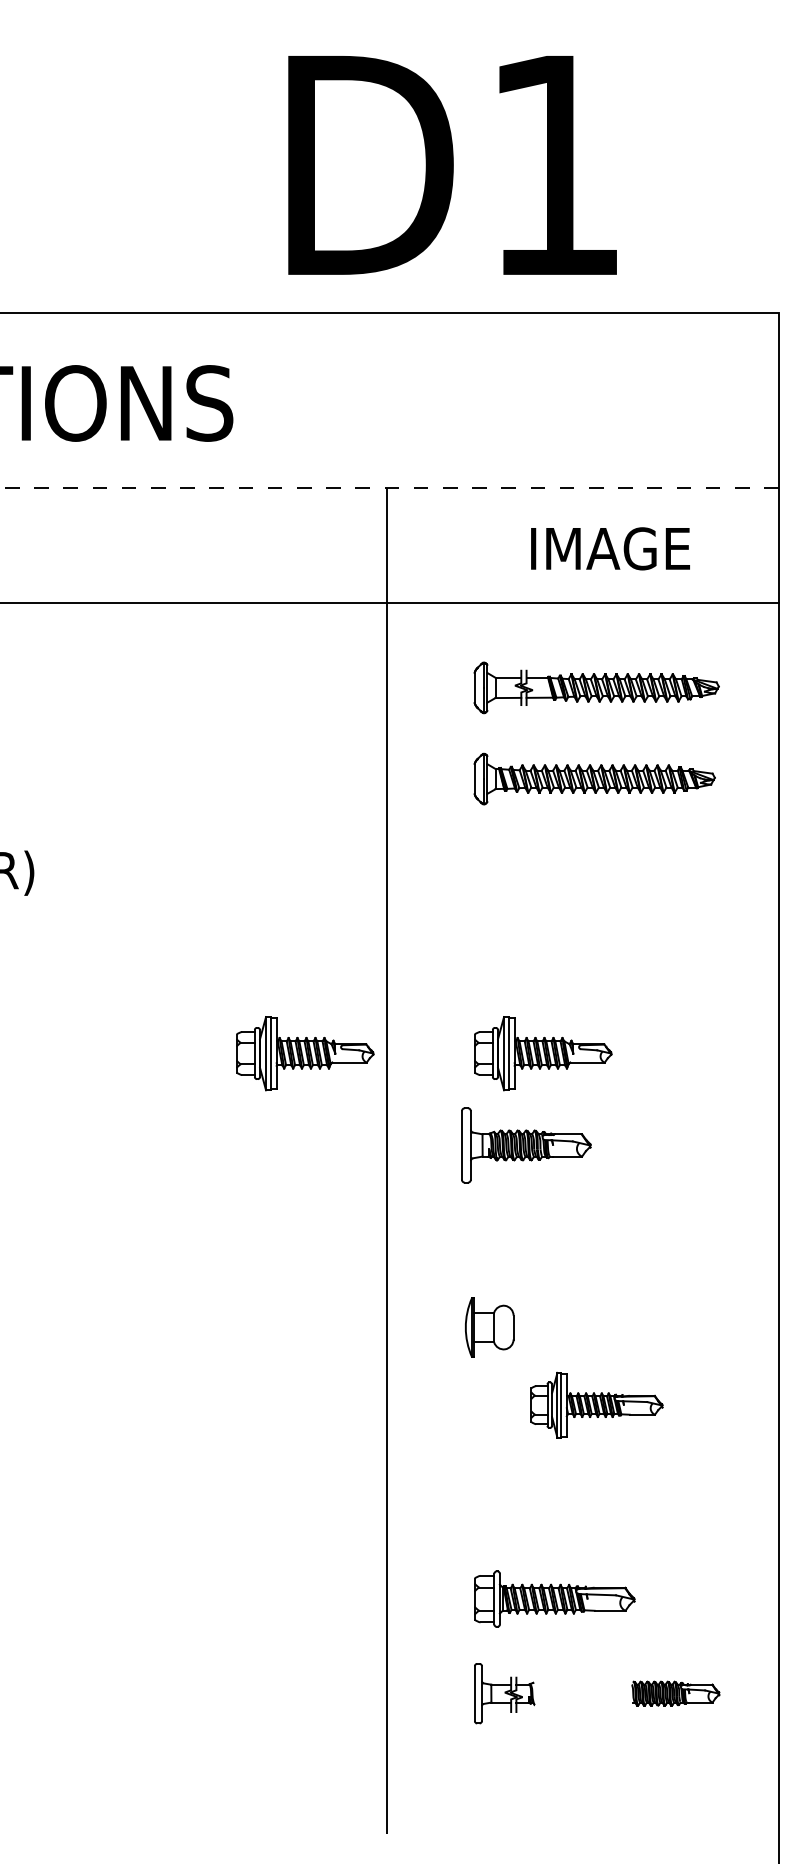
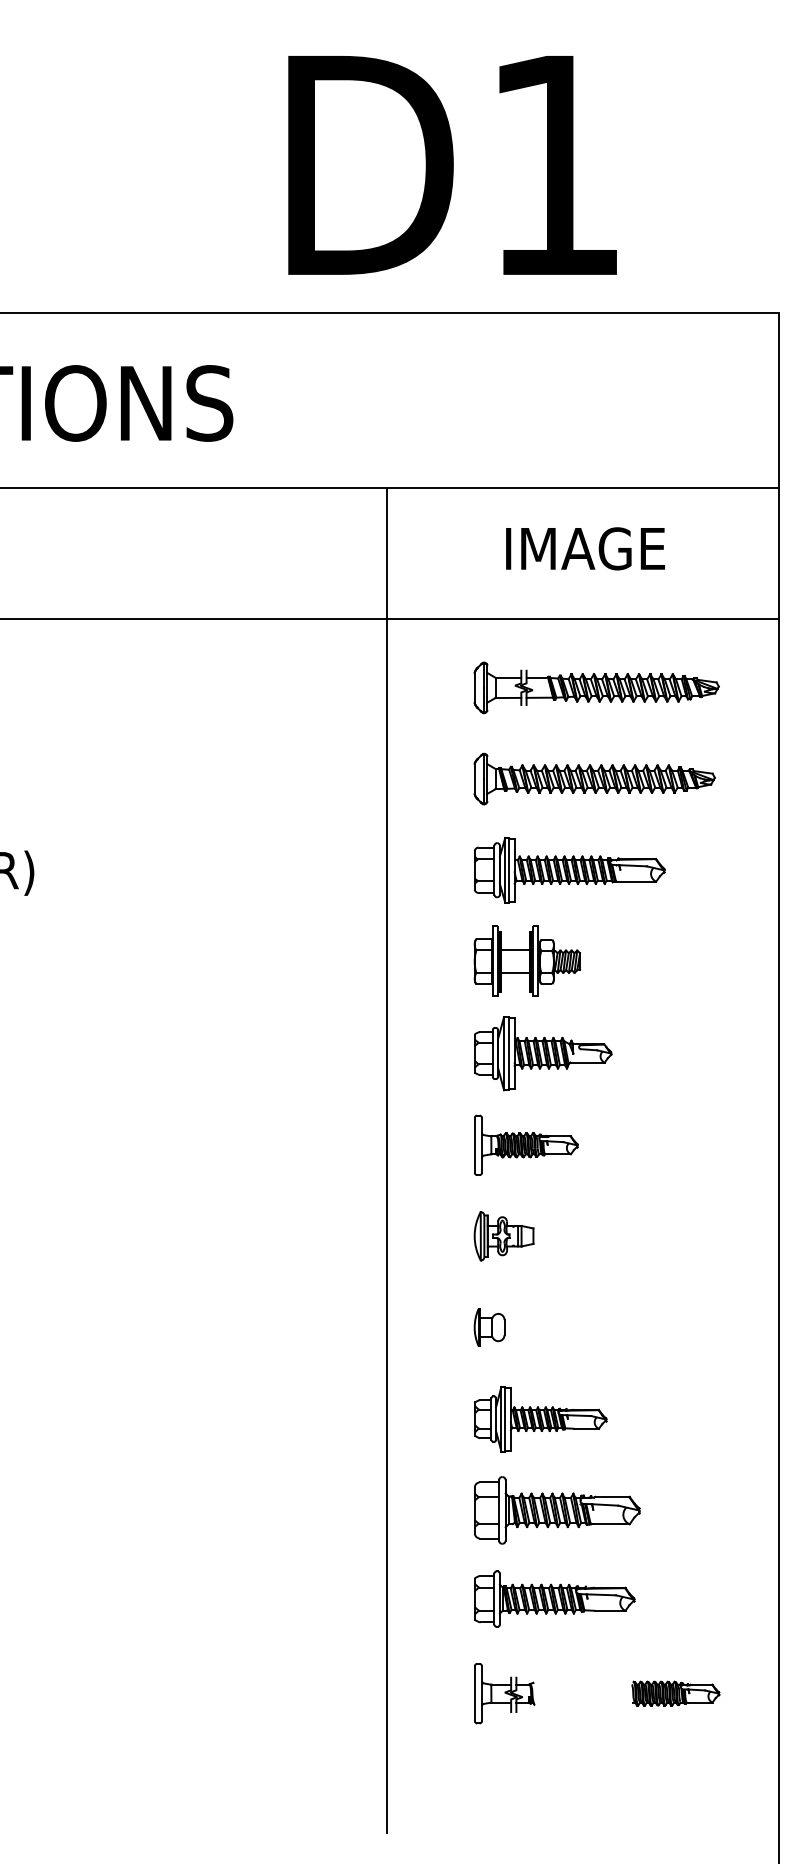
line at (389, 488): dashed -> solid
text at (610, 548) position: (610, 548) -> (585, 548)
line at (390, 603) position: (390, 603) -> (390, 619)
part at (569, 870): none -> present
part at (526, 960): none -> present
part at (305, 1053): present -> none
part at (526, 1145) size: 131x77 px -> 105x62 px
part at (503, 1236): none -> present
part at (489, 1327) size: 50x61 px -> 33x39 px
part at (596, 1404) position: (596, 1404) -> (540, 1418)
part at (557, 1510): none -> present
